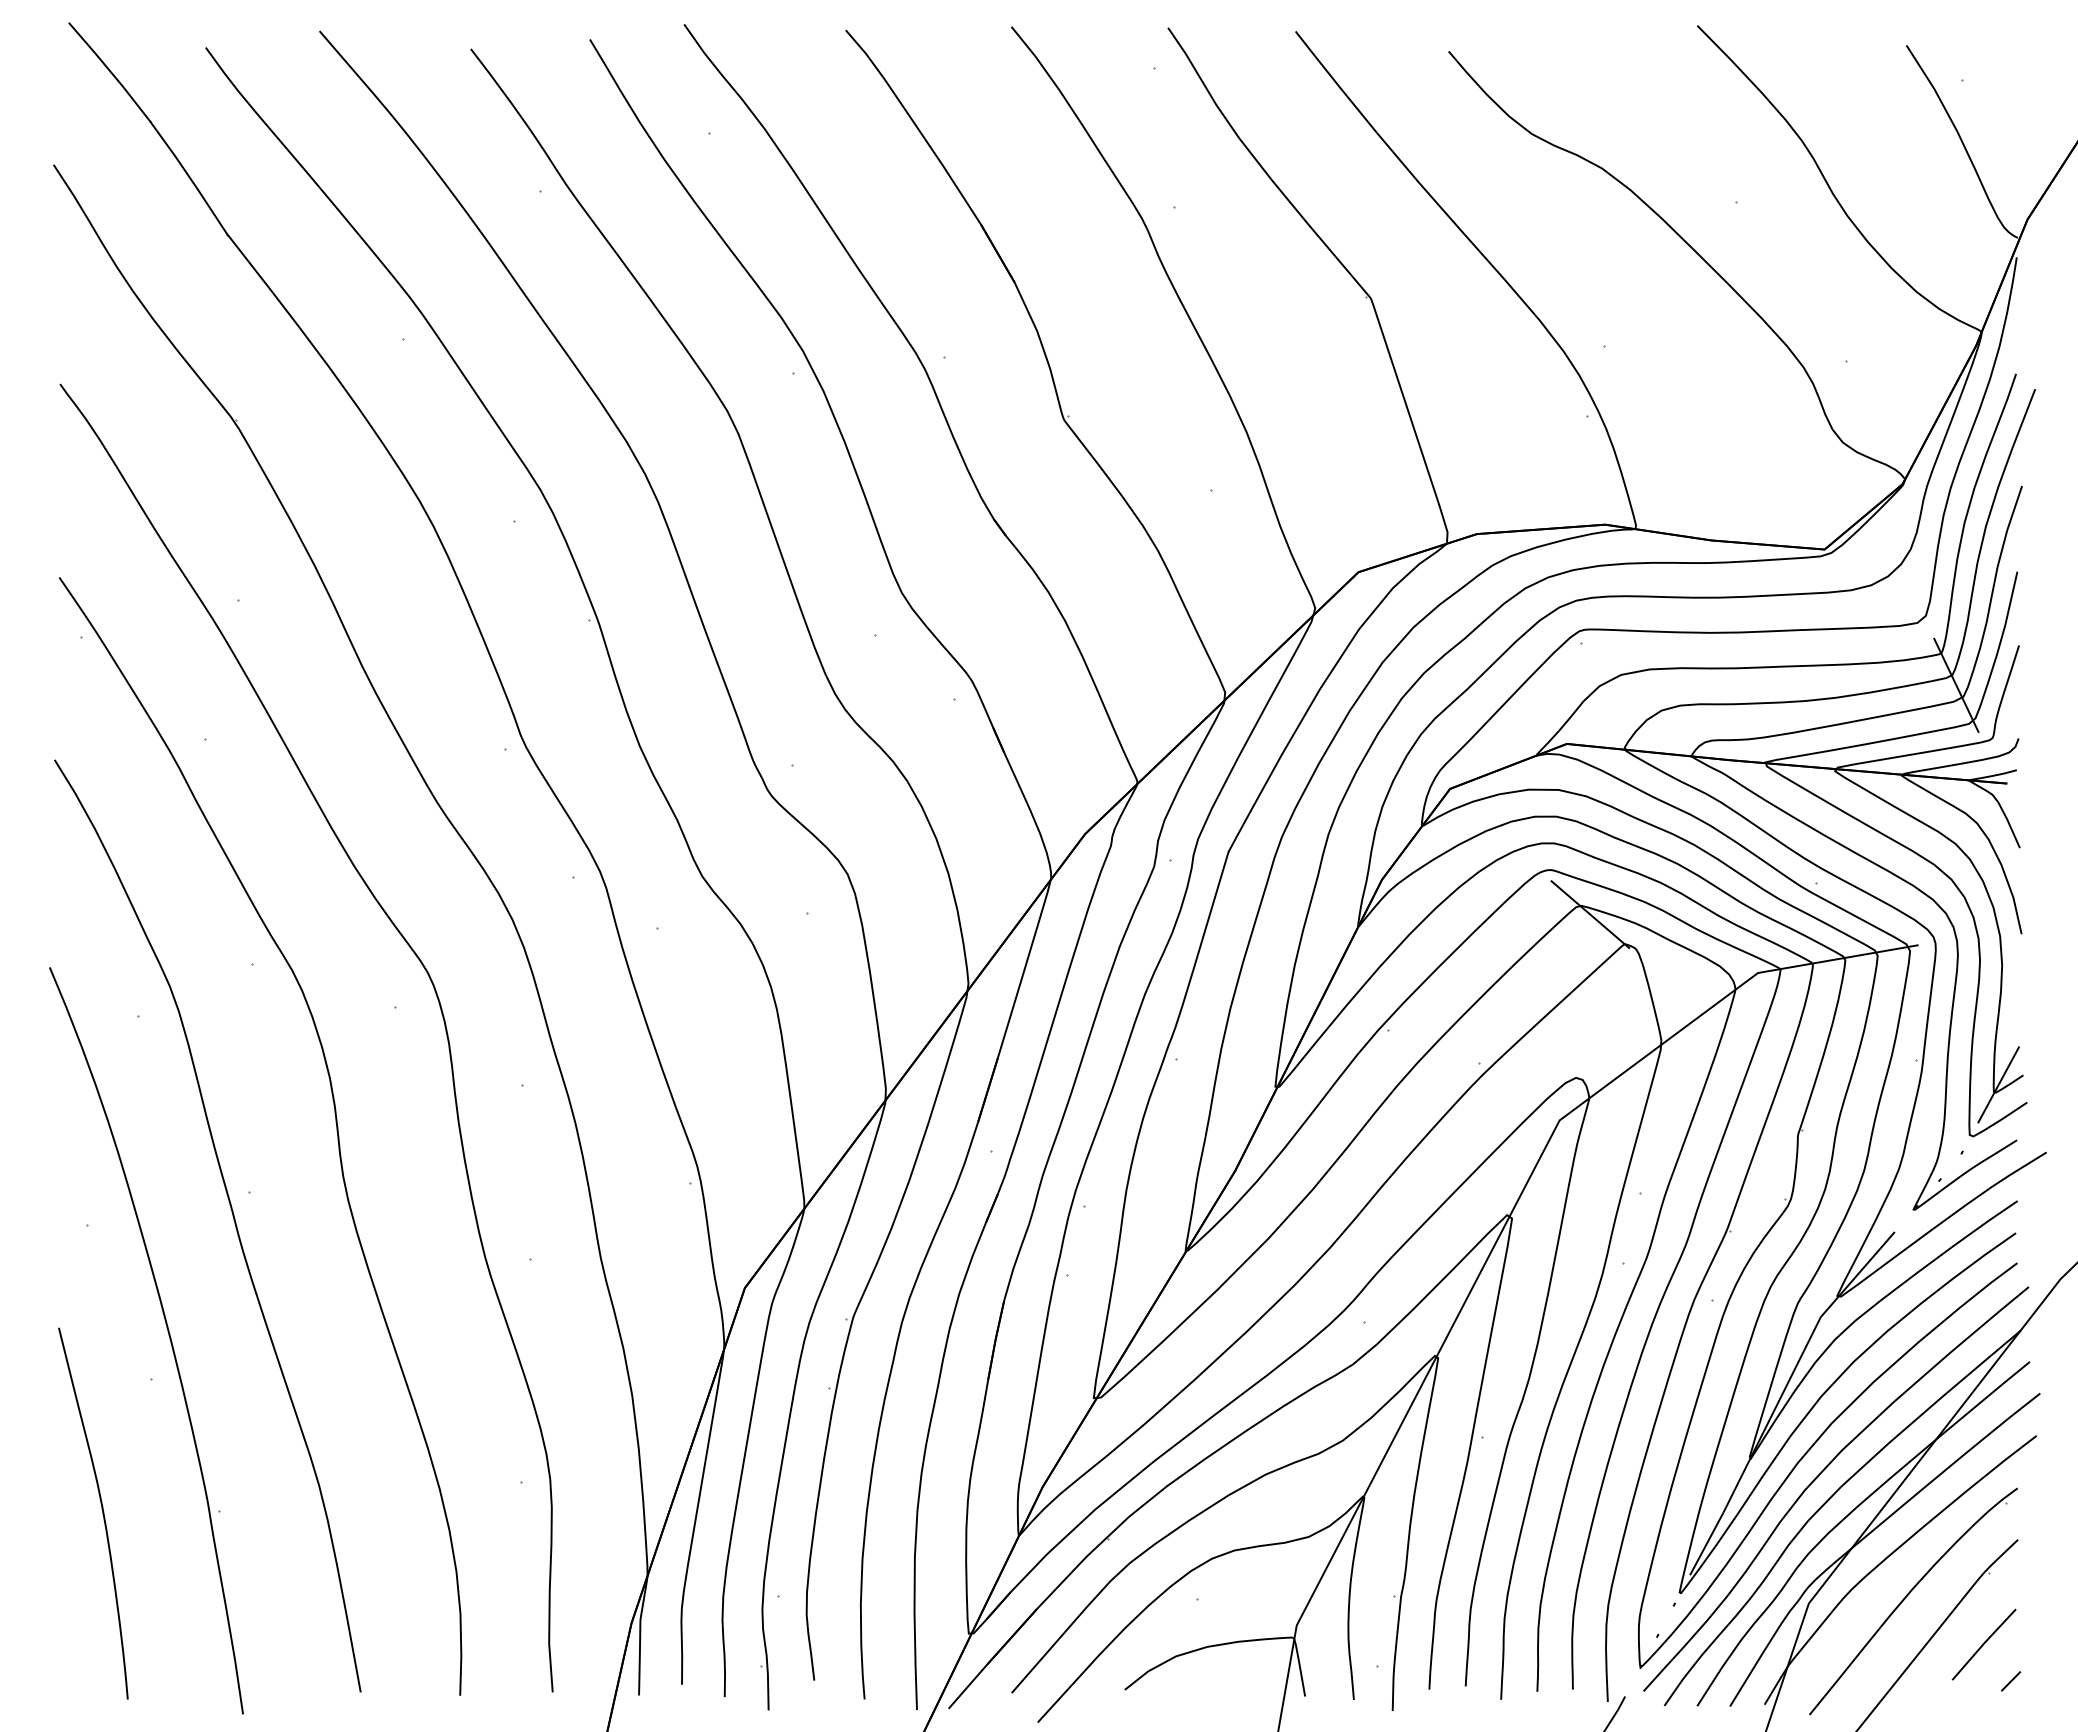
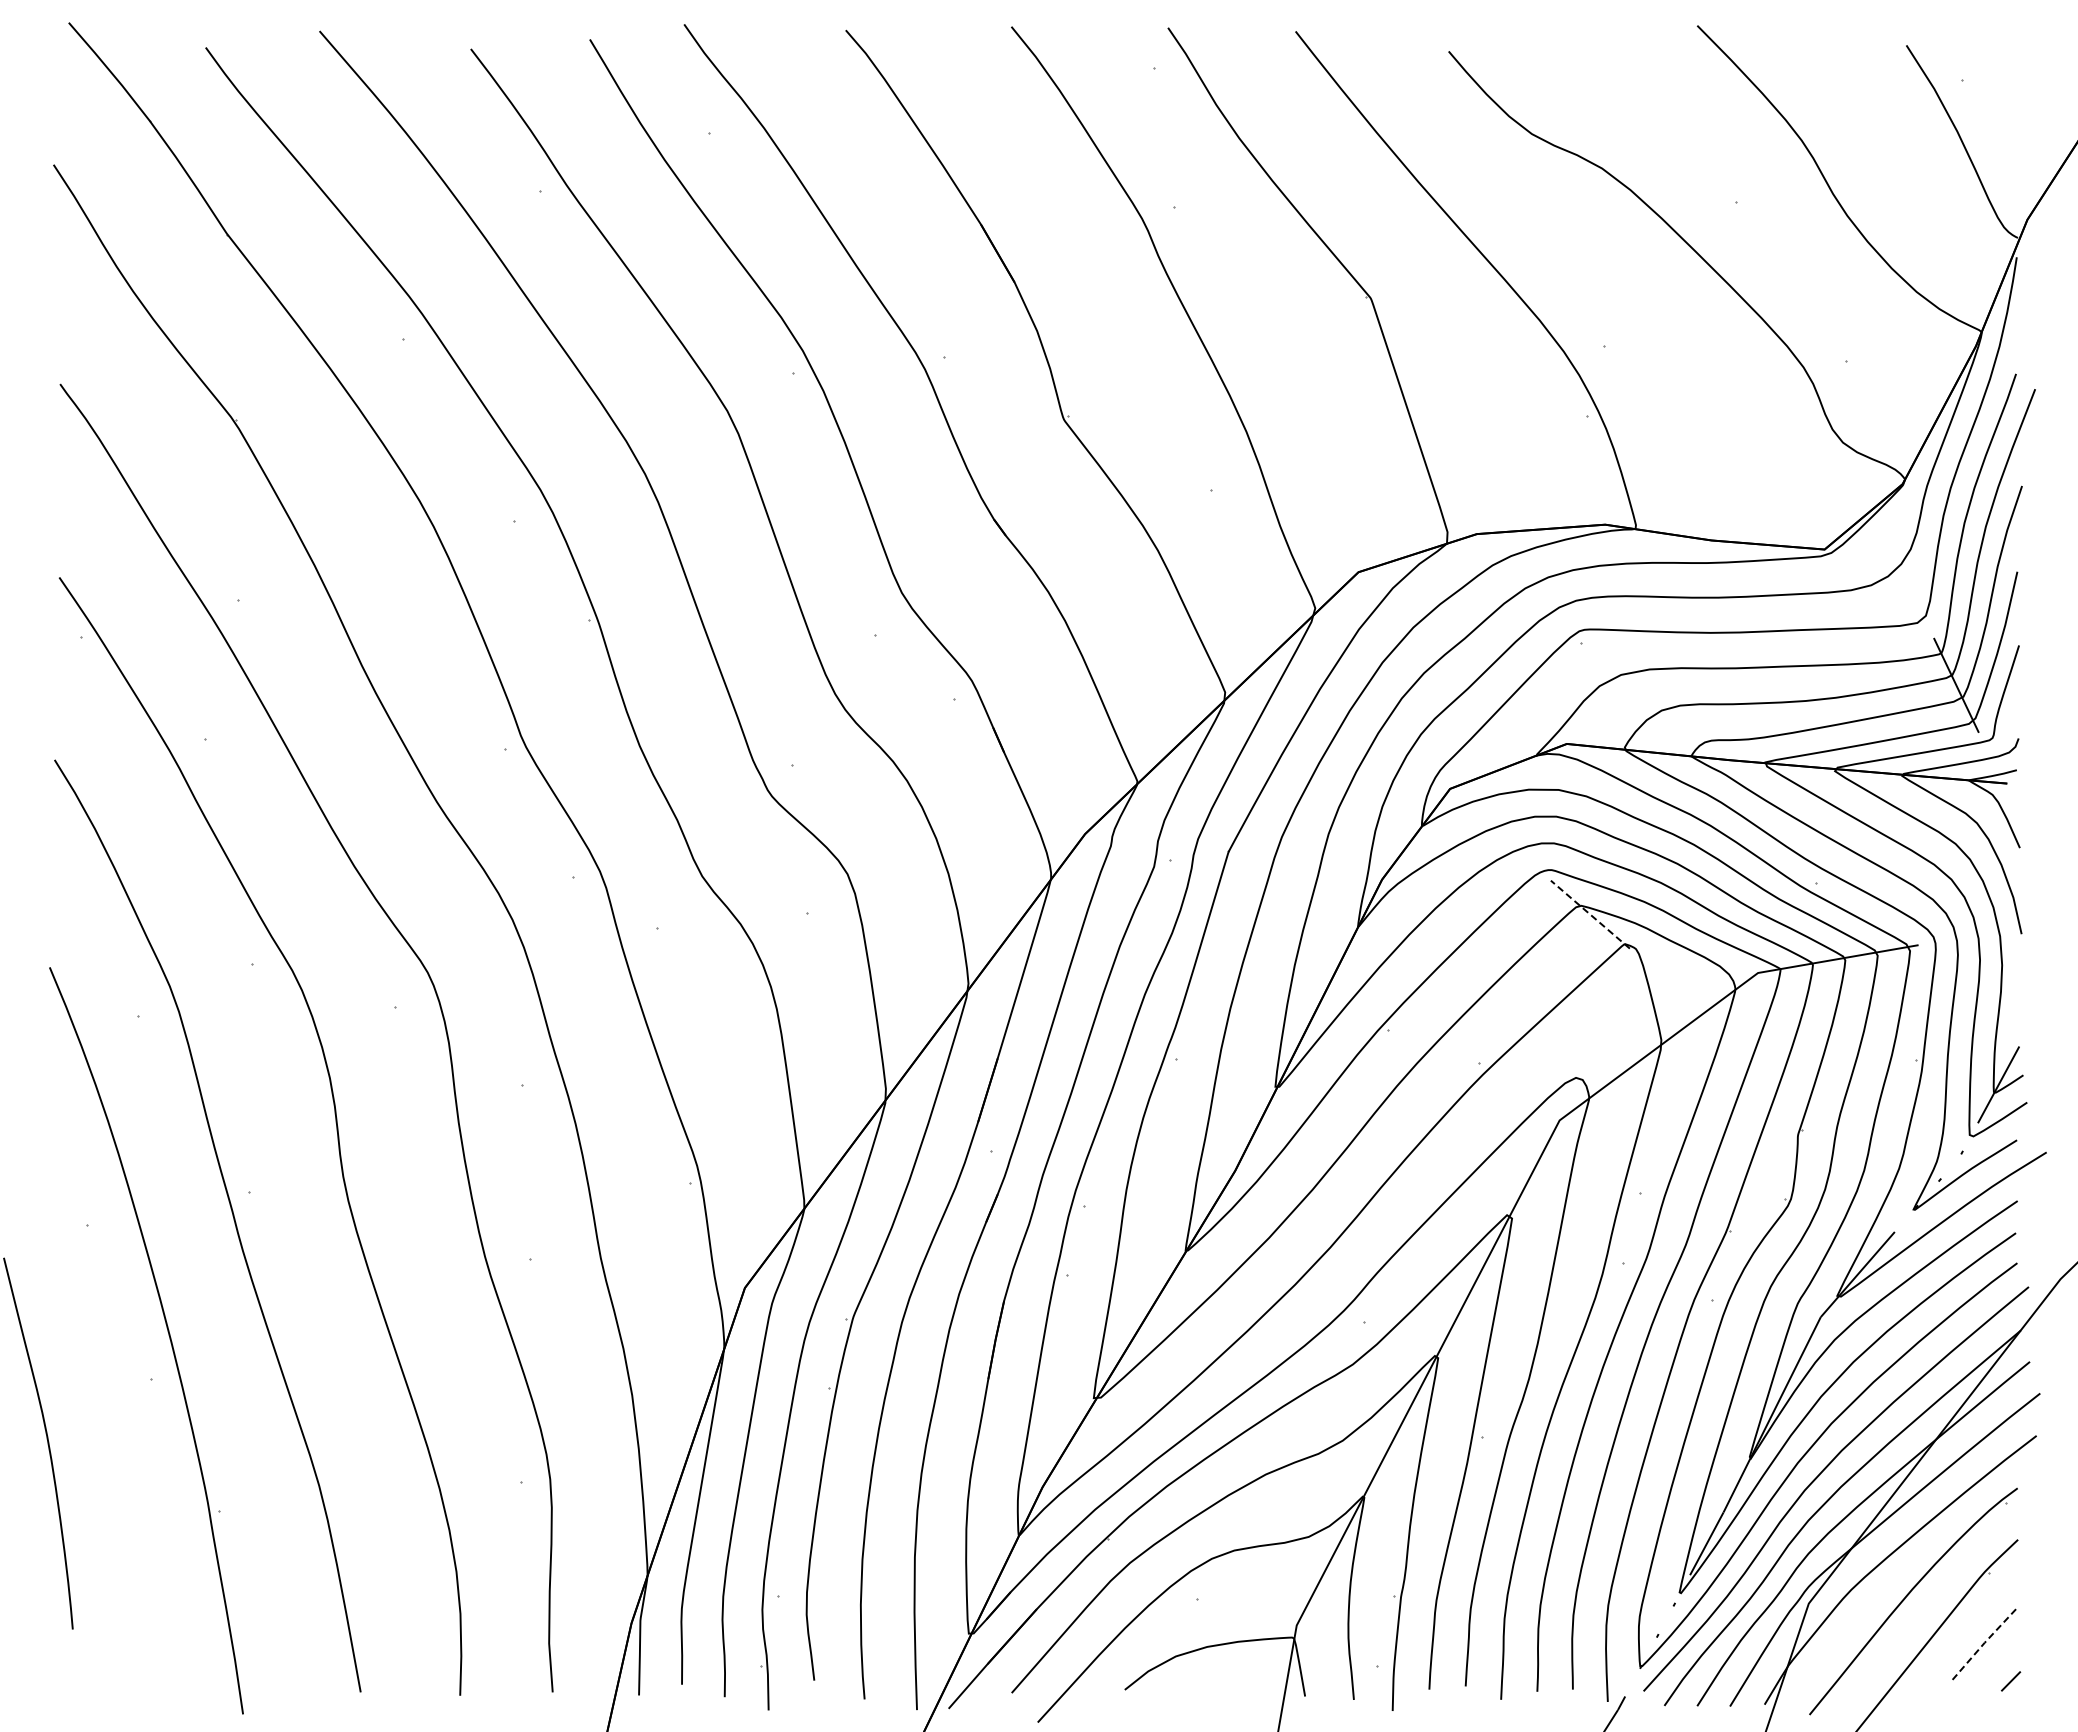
line at (1589, 914): solid -> dashed
curve at (101, 1509) position: (101, 1509) -> (46, 1439)
line at (1983, 1644): solid -> dashed
